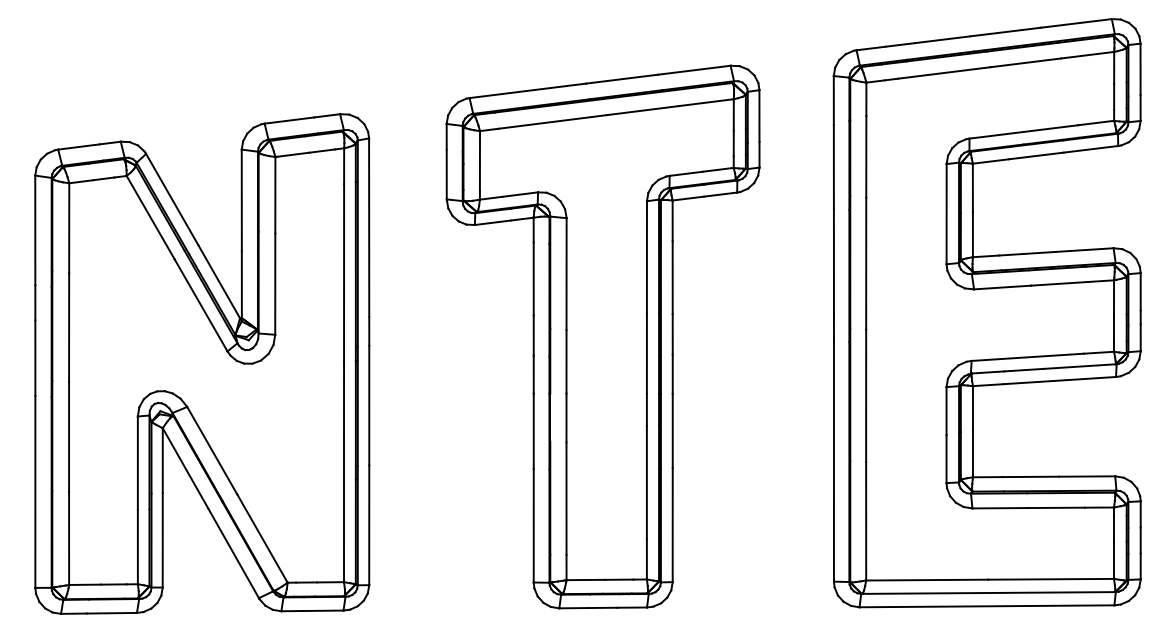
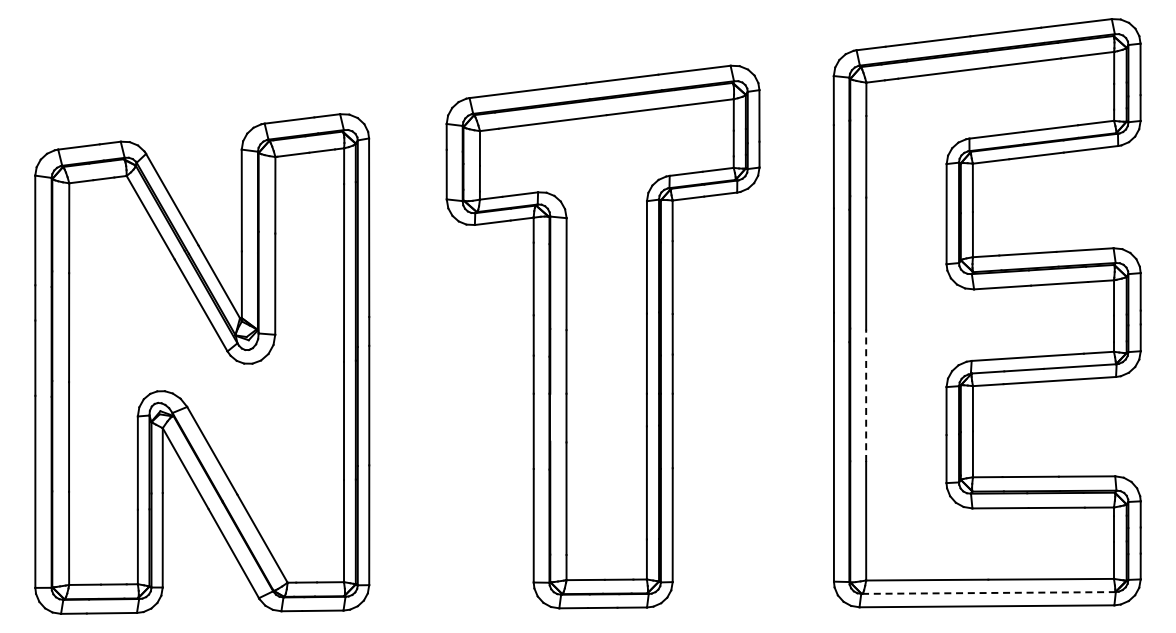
line at (866, 395): solid -> dashed
line at (988, 593): solid -> dashed
